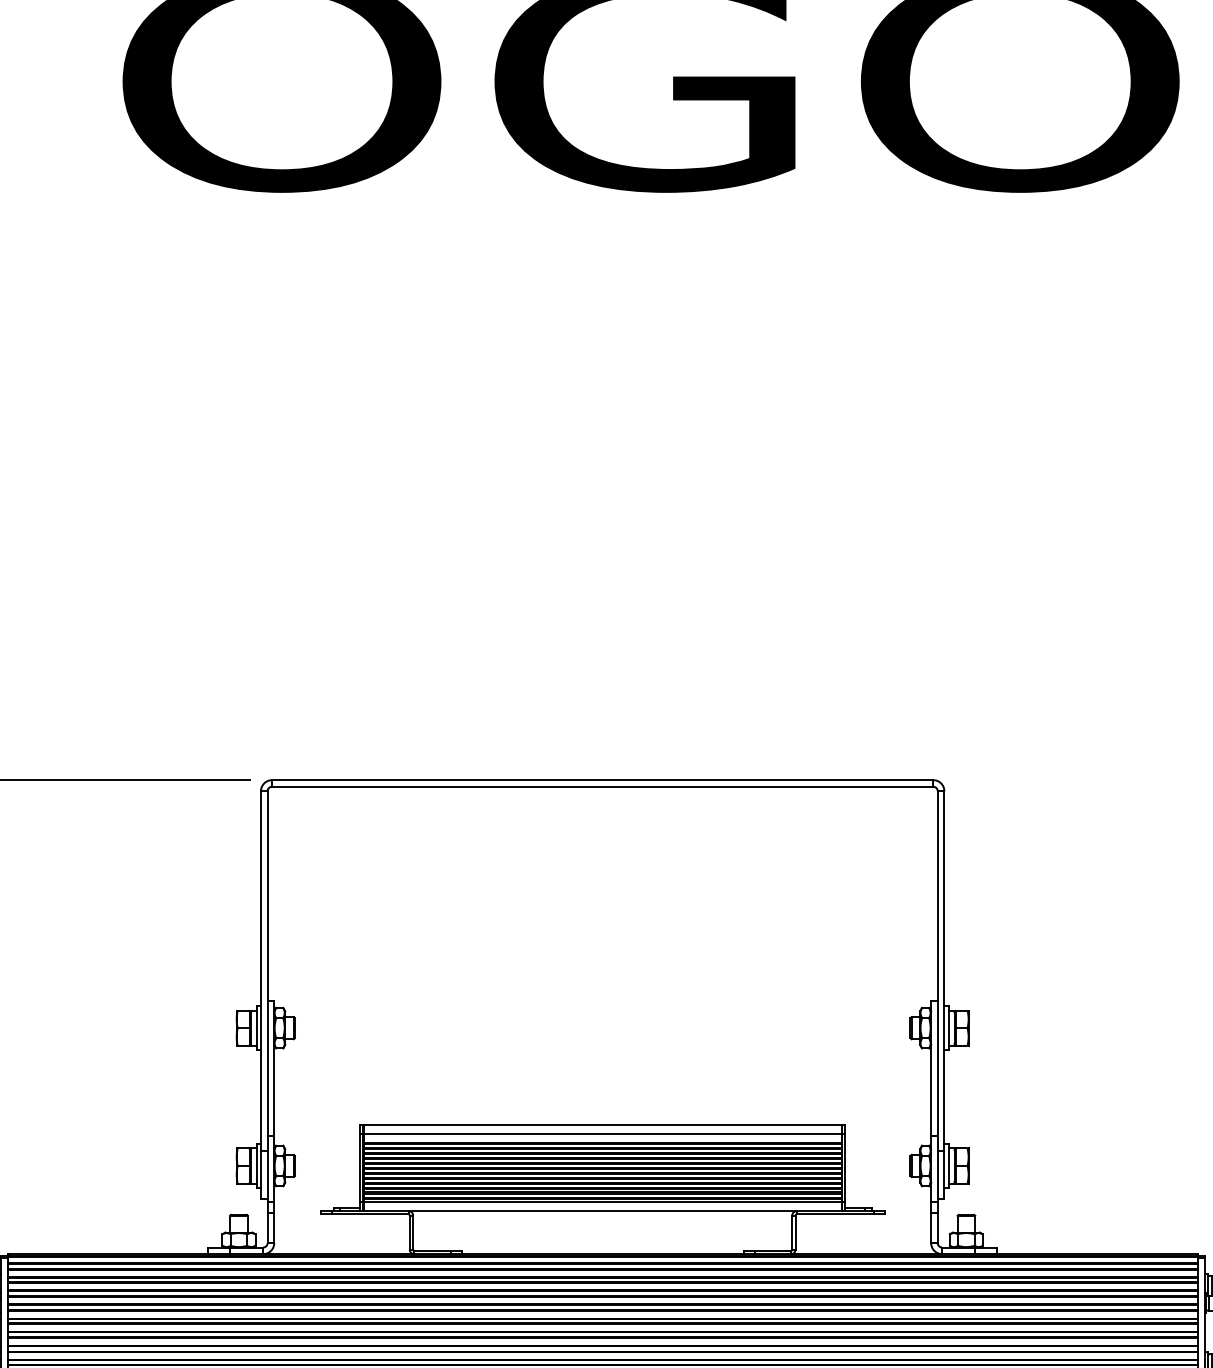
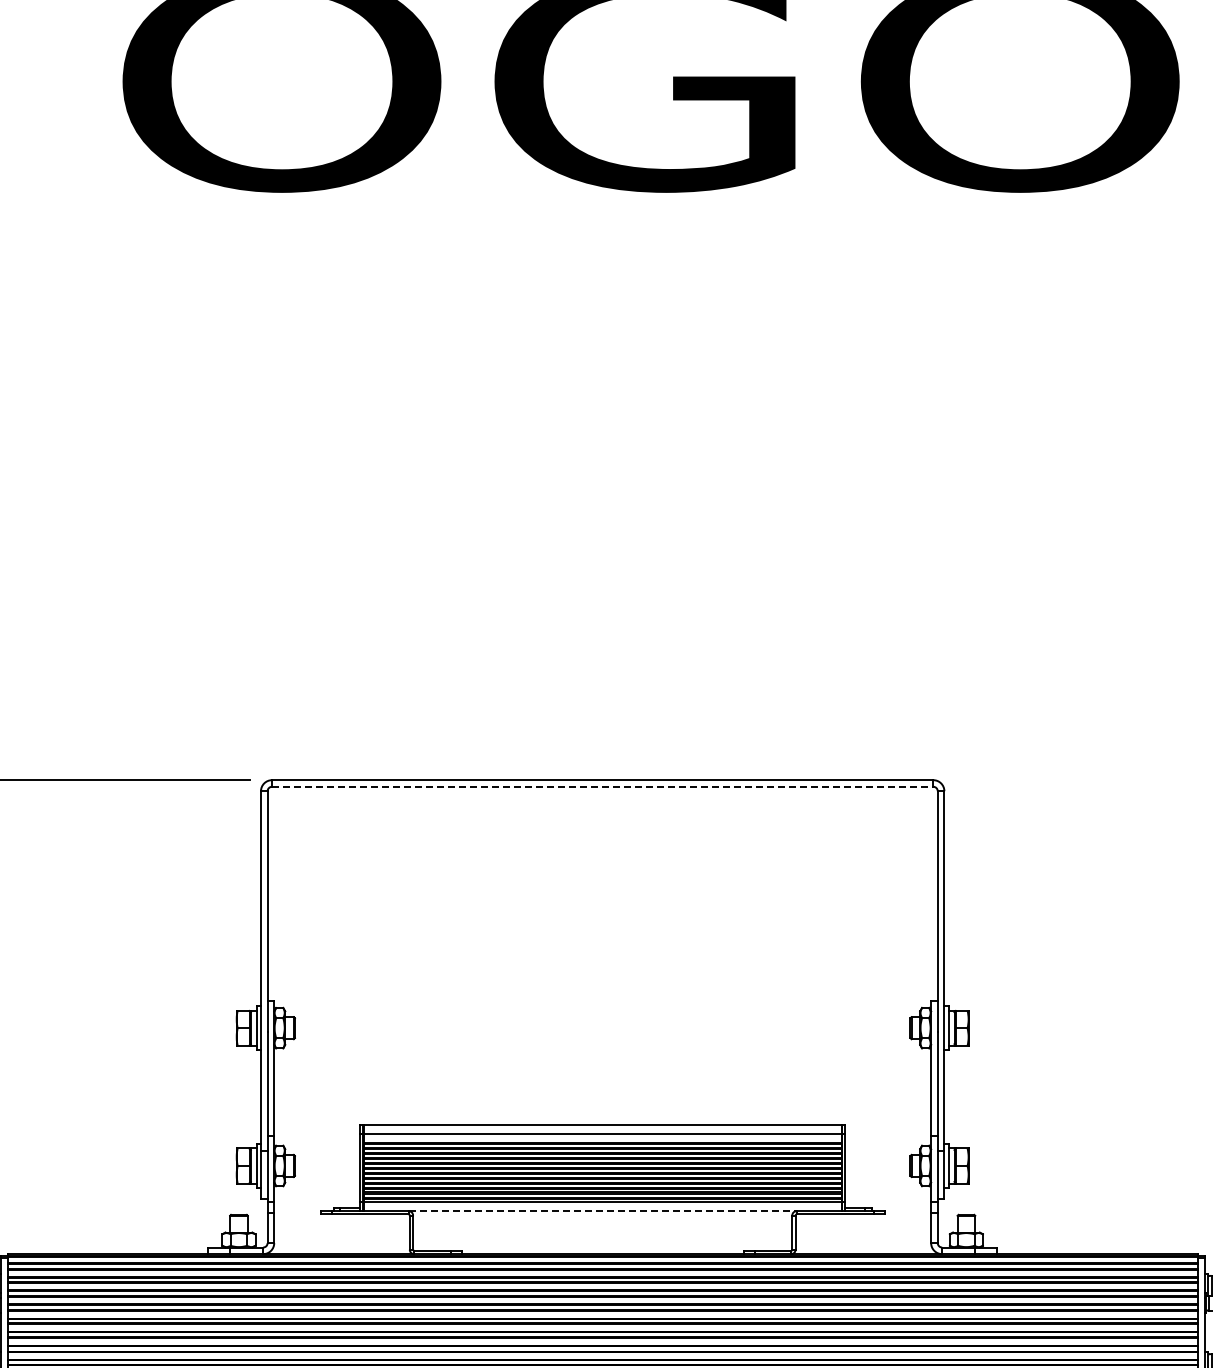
line at (602, 786): solid -> dashed
line at (602, 1211): solid -> dashed
